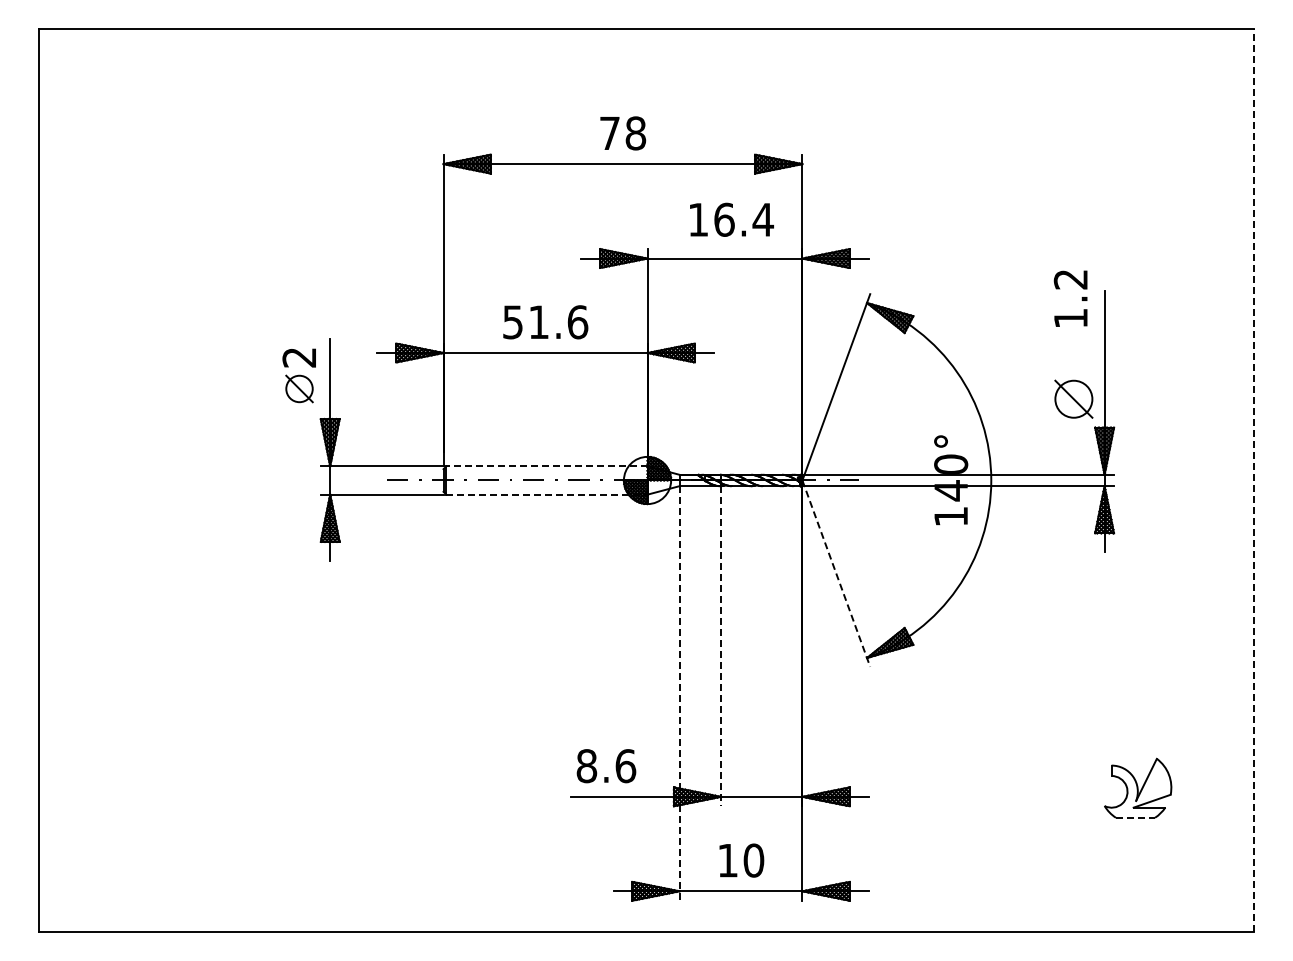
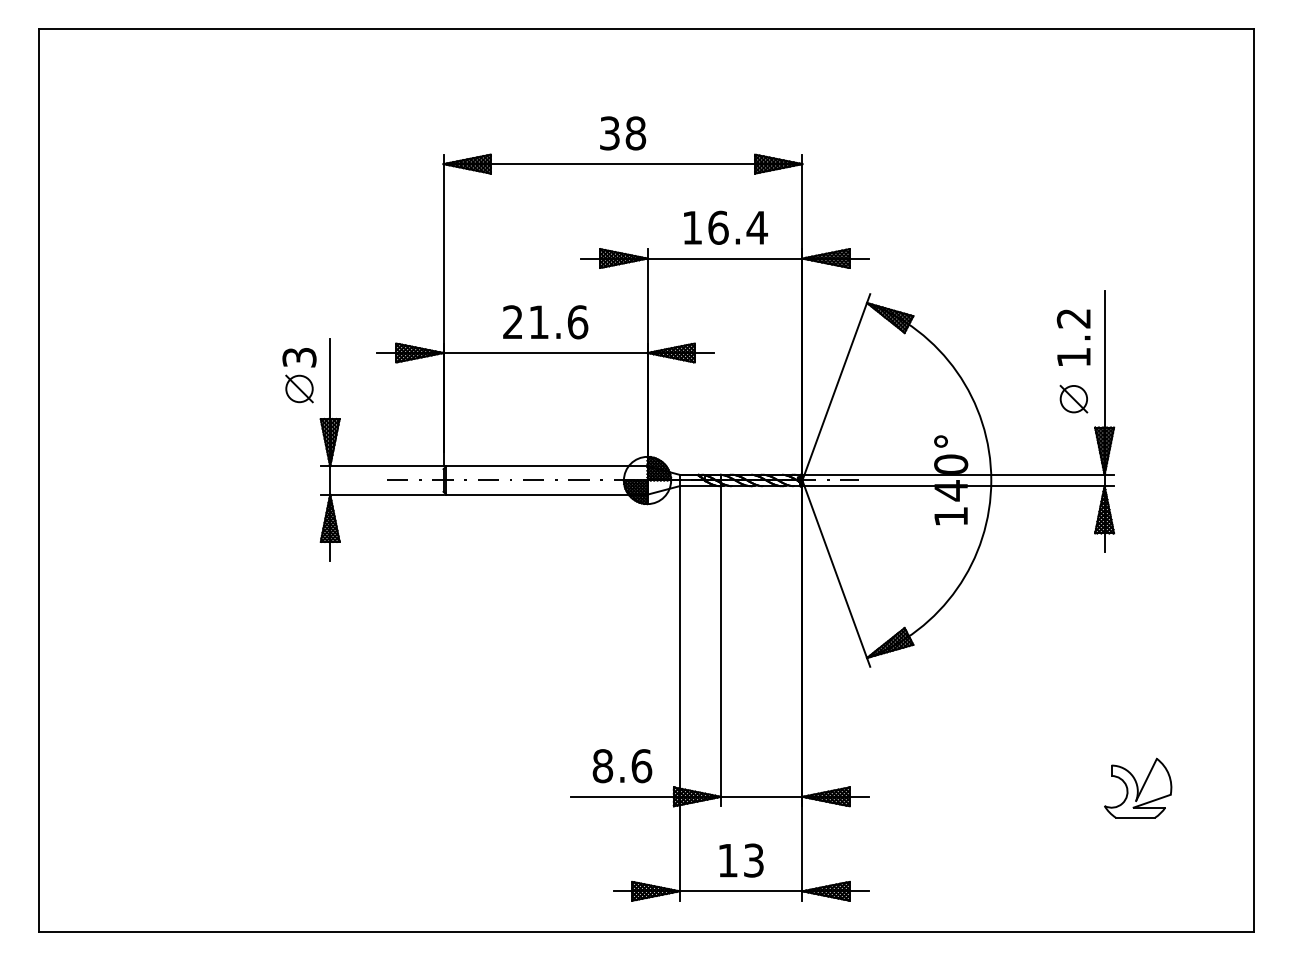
text at (609, 133): 78 -> 38
text at (731, 219) position: (731, 219) -> (725, 227)
text at (1070, 298) position: (1070, 298) -> (1073, 337)
text at (512, 322): 51.6 -> 21.6
text at (299, 357): 2 -> 3
part at (1073, 398) size: 40x40 px -> 30x30 px
line at (546, 466): dashed -> solid
line at (1254, 480): dashed -> solid
line at (546, 494): dashed -> solid
line at (836, 574): dashed -> solid
line at (721, 646): dashed -> solid
line at (679, 693): dashed -> solid
text at (606, 766) position: (606, 766) -> (622, 766)
line at (1135, 817): dashed -> solid
text at (753, 860): 10 -> 13
